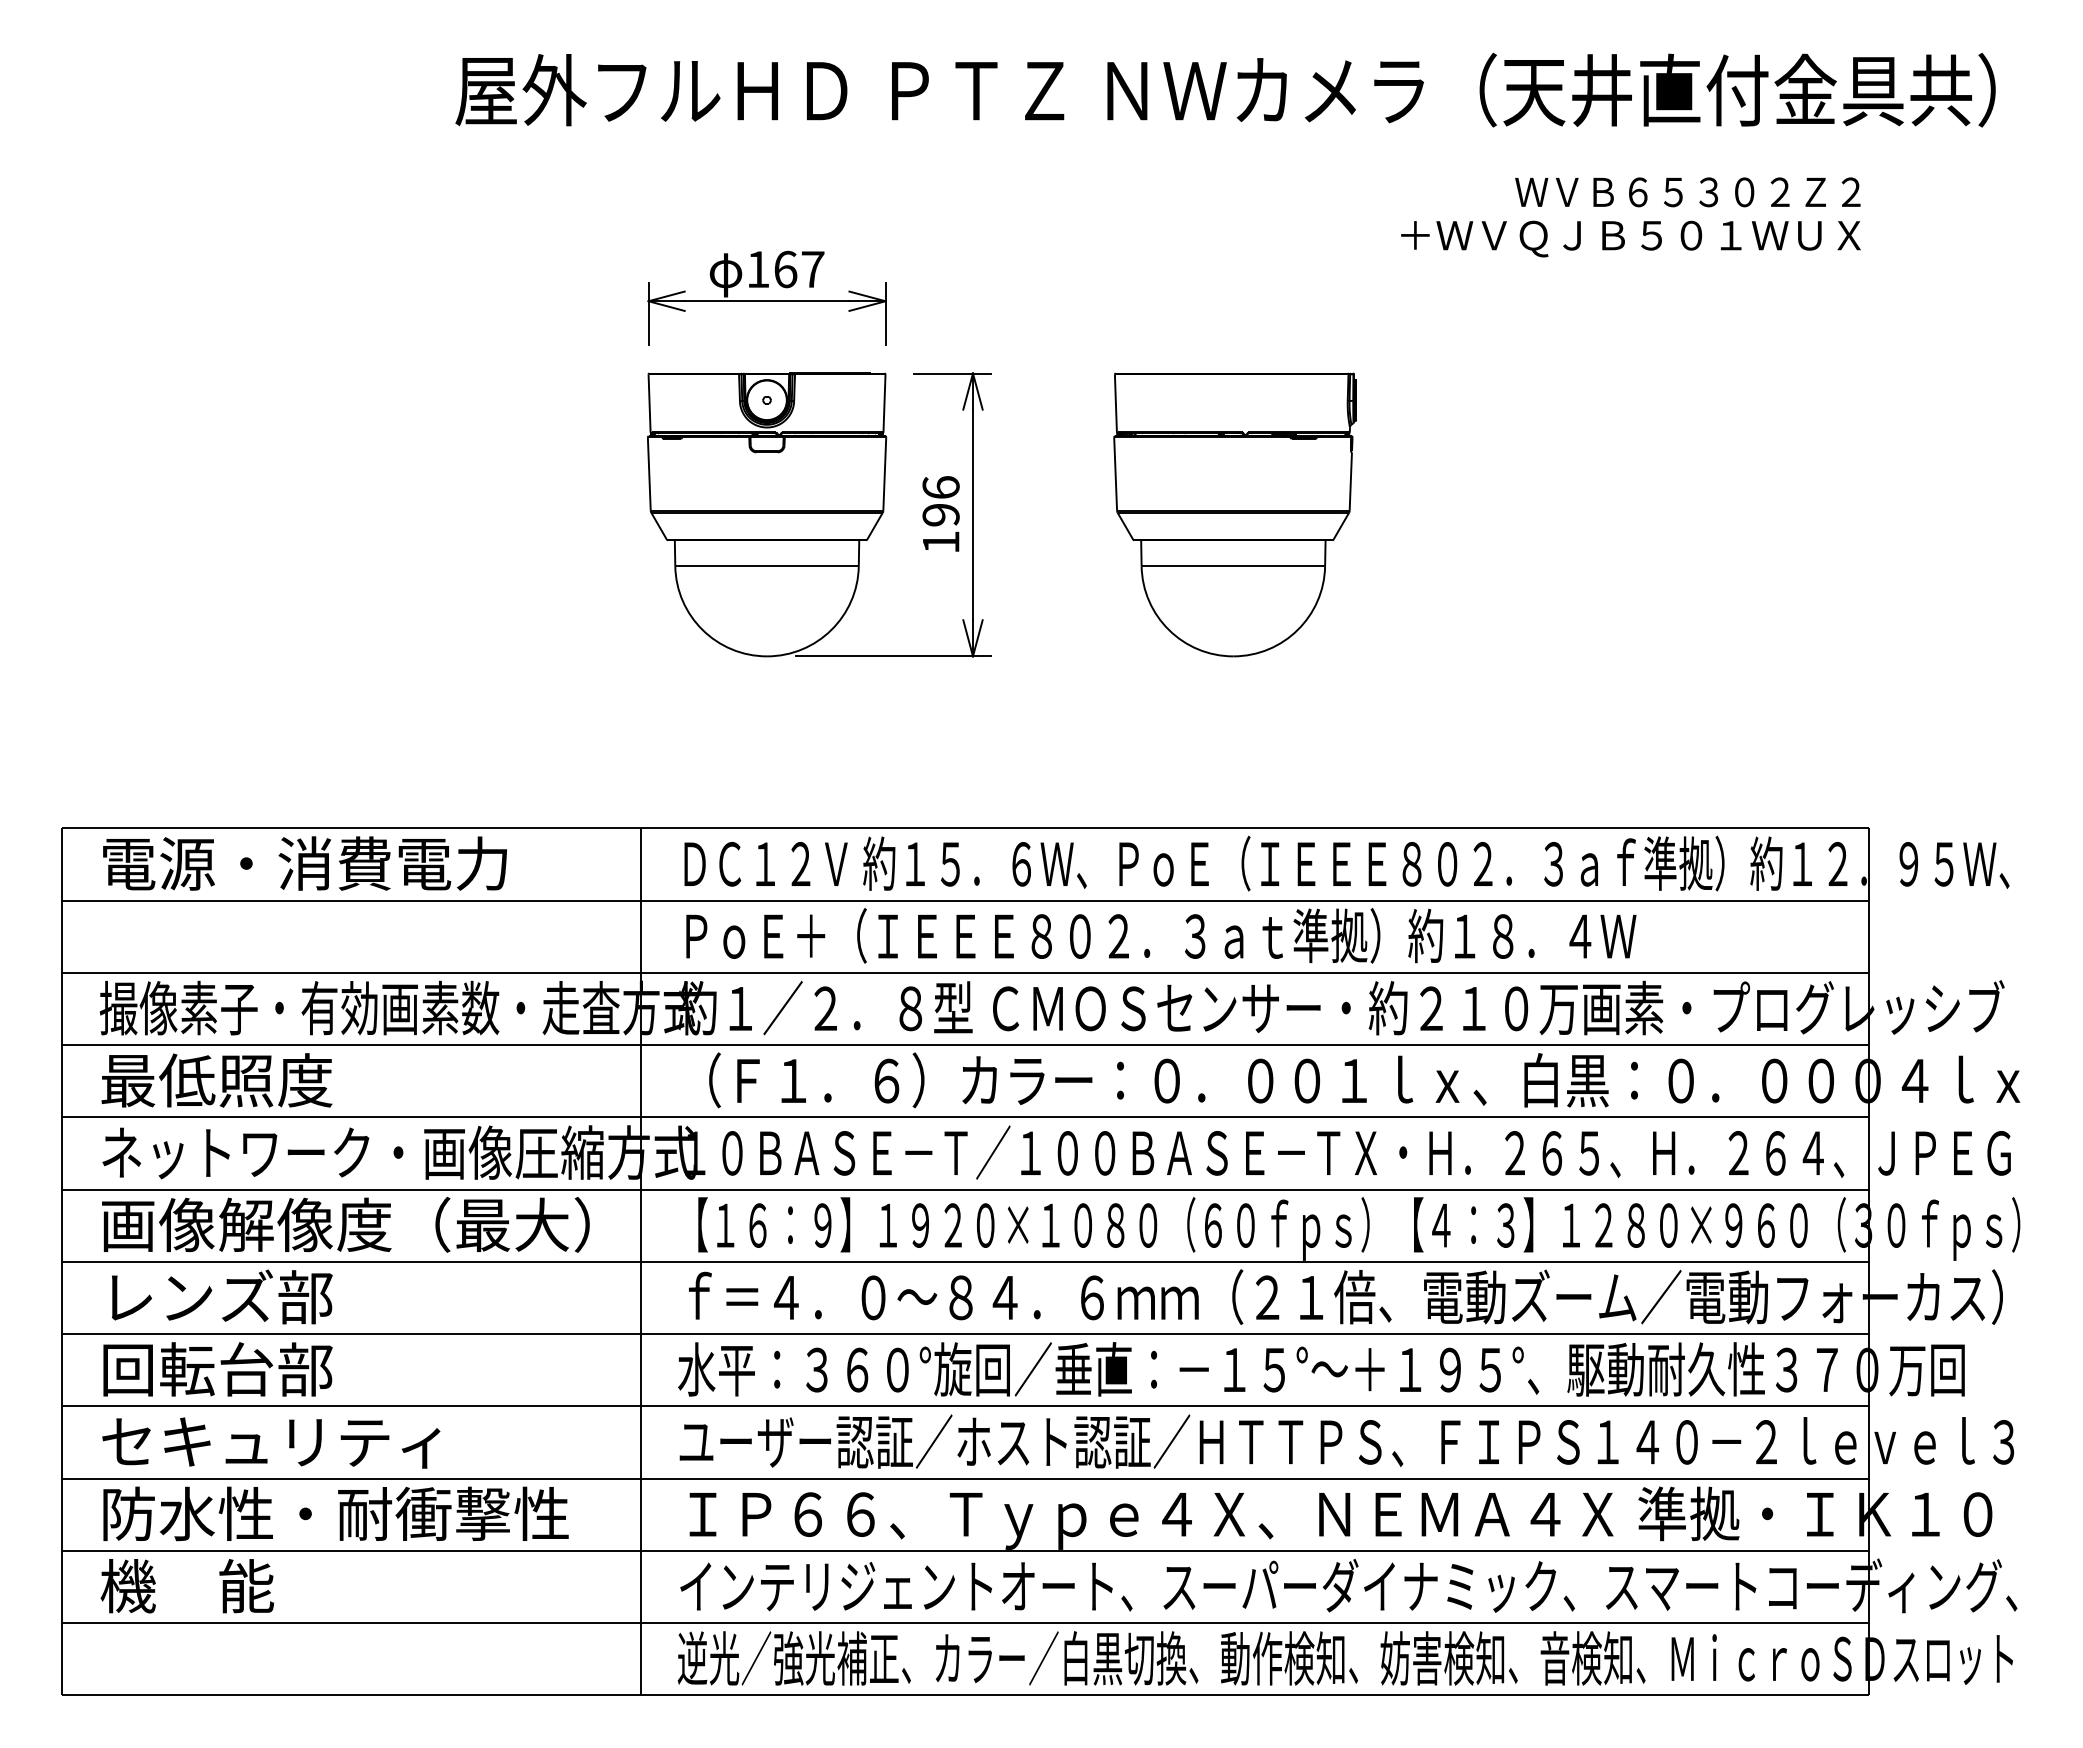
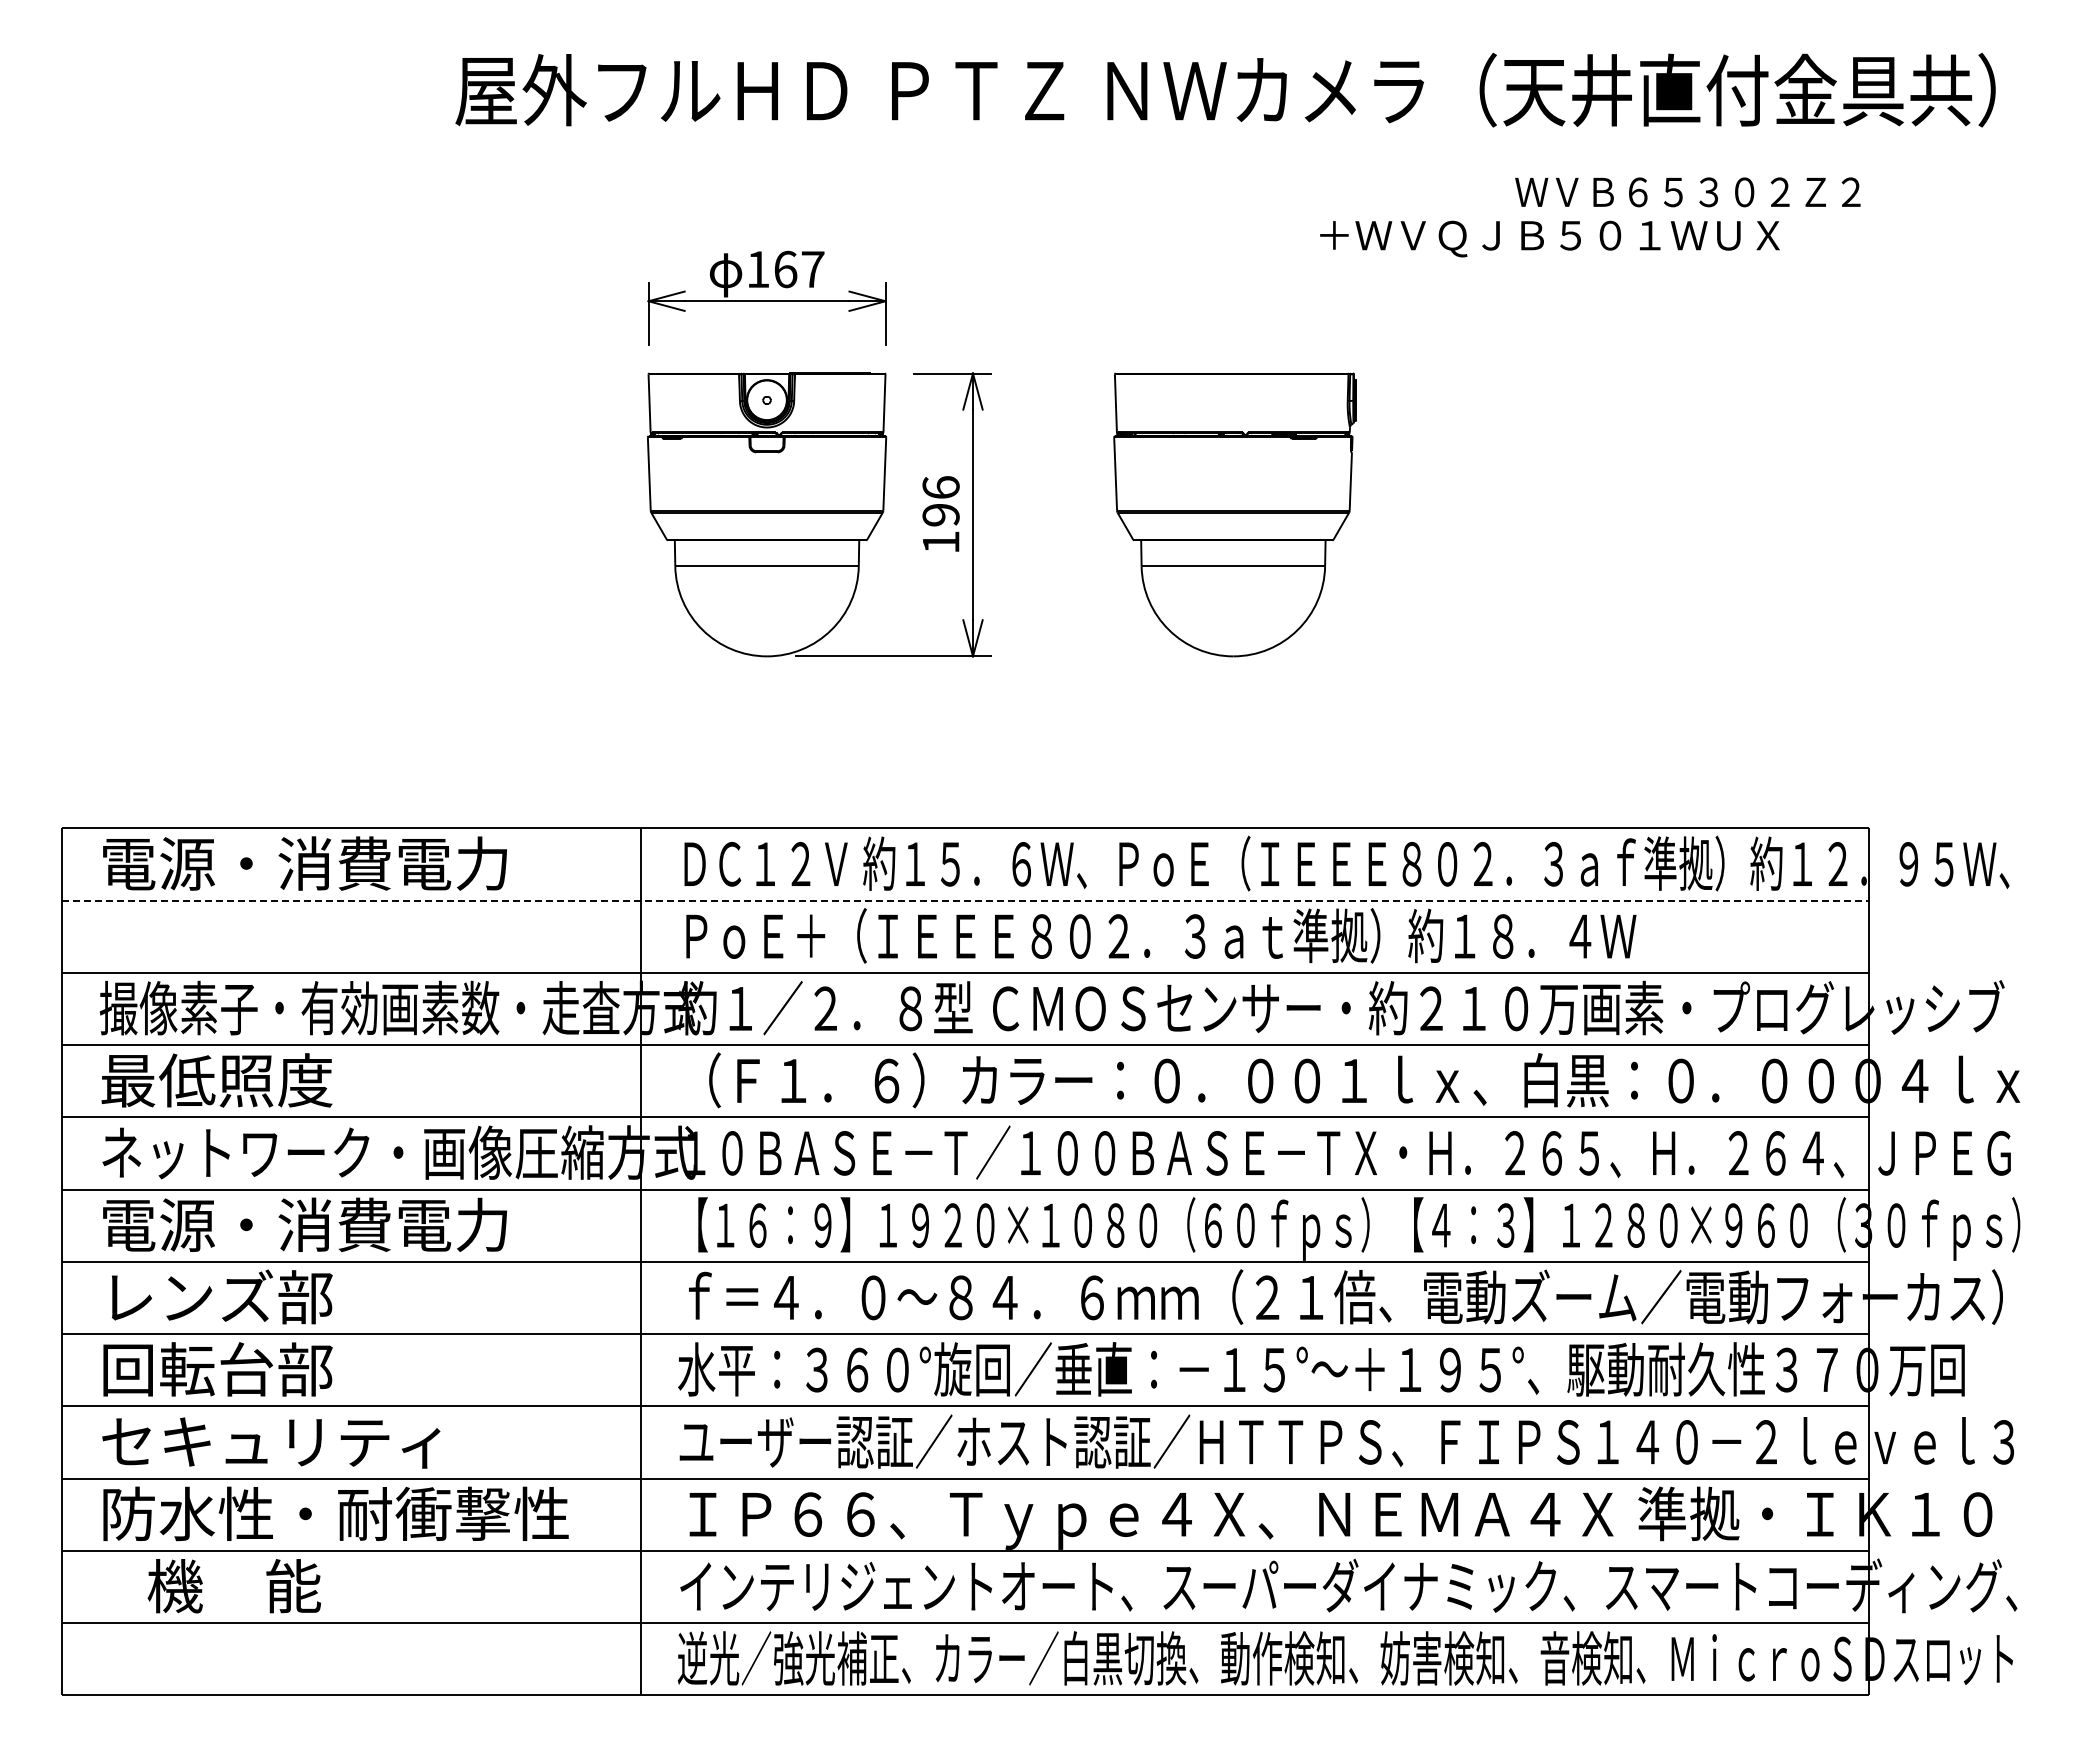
text at (1630, 238) position: (1630, 238) -> (1549, 238)
line at (966, 900): solid -> dashed
text at (345, 1224): 画像解像度（最大） -> 電源・消費電力
text at (186, 1586) position: (186, 1586) -> (233, 1586)
